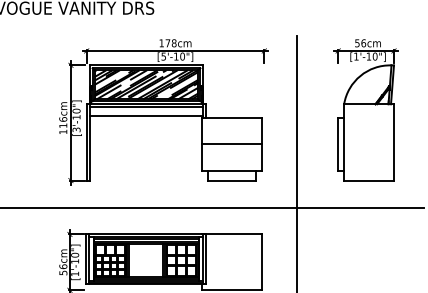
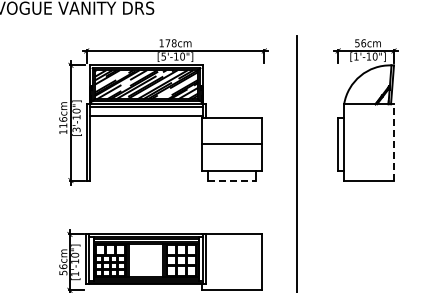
line at (393, 141): solid -> dashed
line at (232, 180): solid -> dashed
line at (213, 207): present -> none
